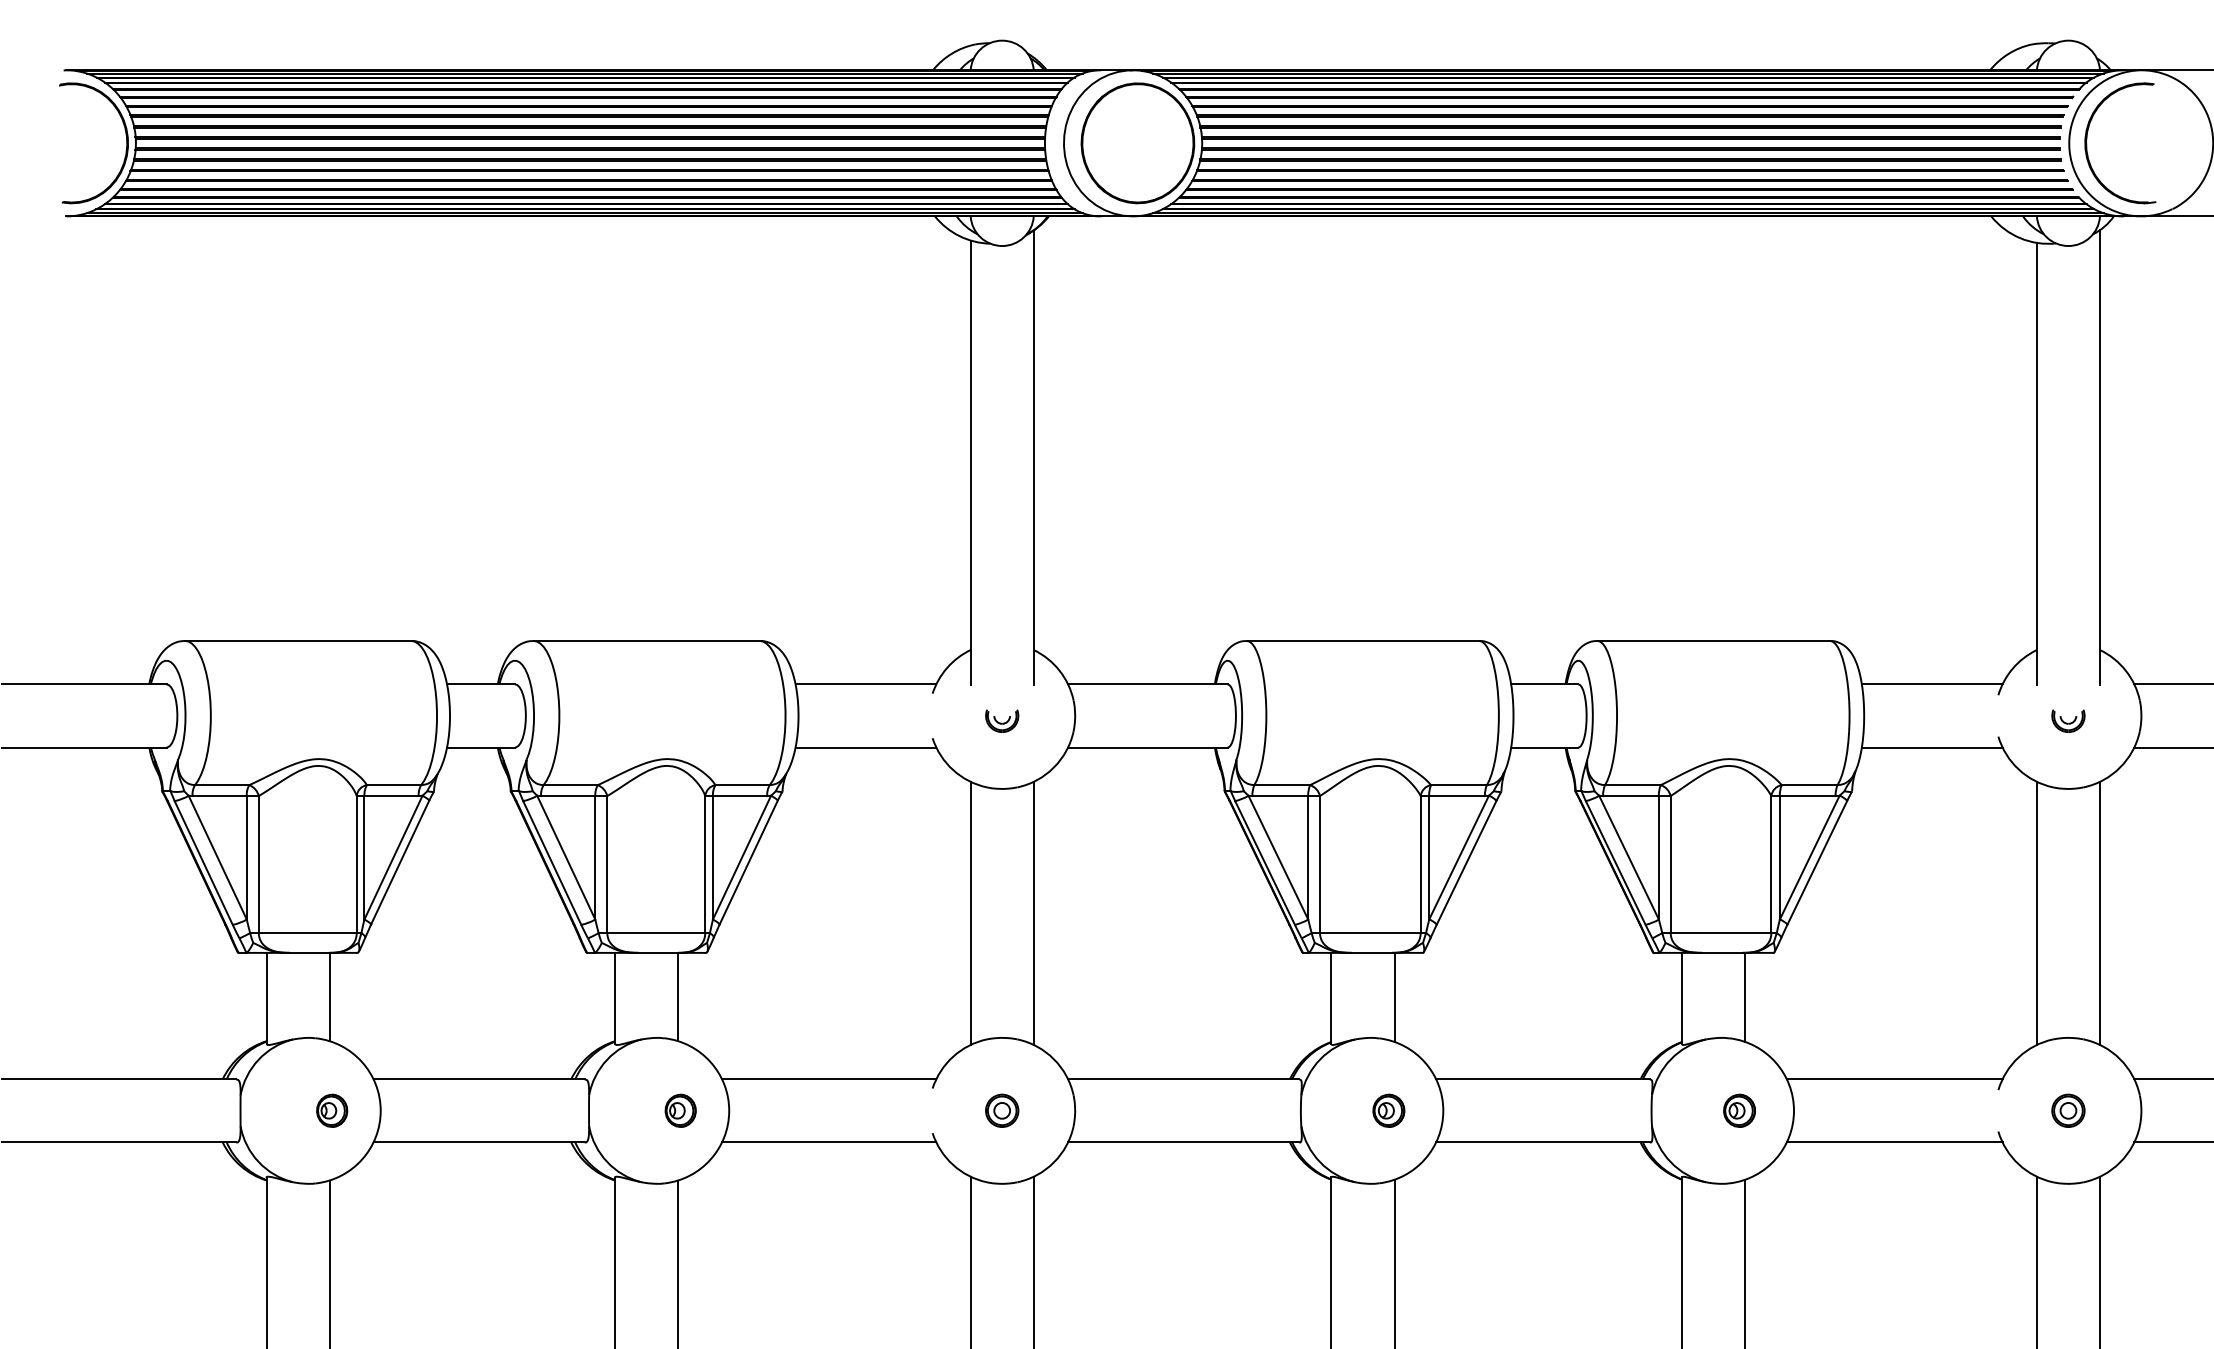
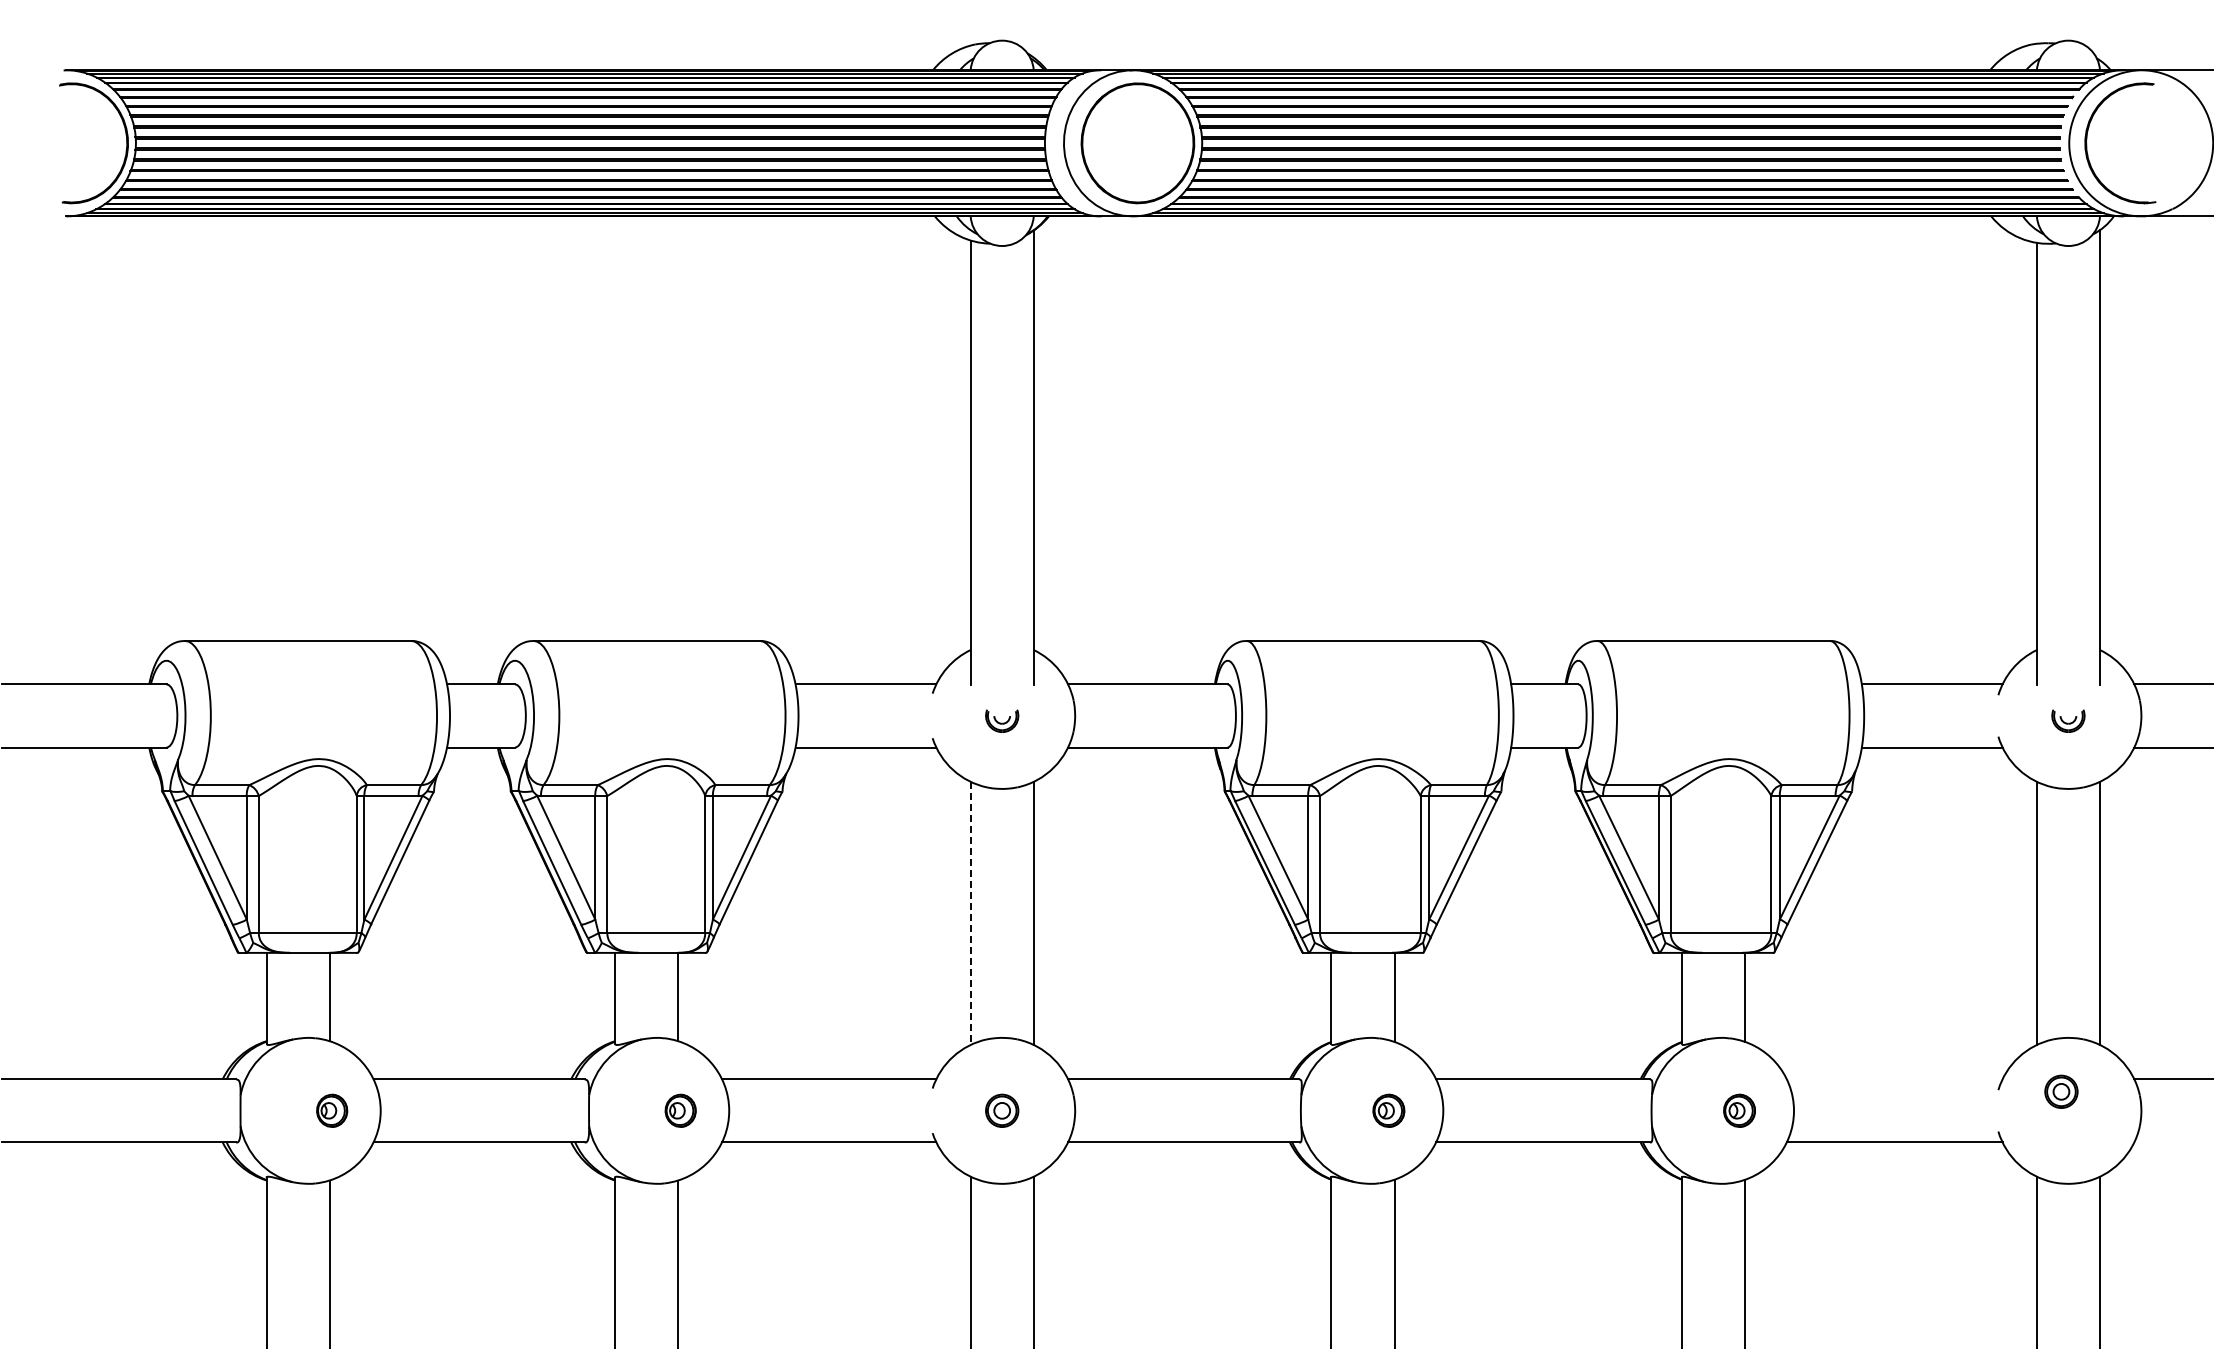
line at (970, 913): solid -> dashed
line at (1894, 1079): present -> none
part at (2068, 1110) position: (2068, 1110) -> (2061, 1091)
line at (2172, 1142): present -> none
